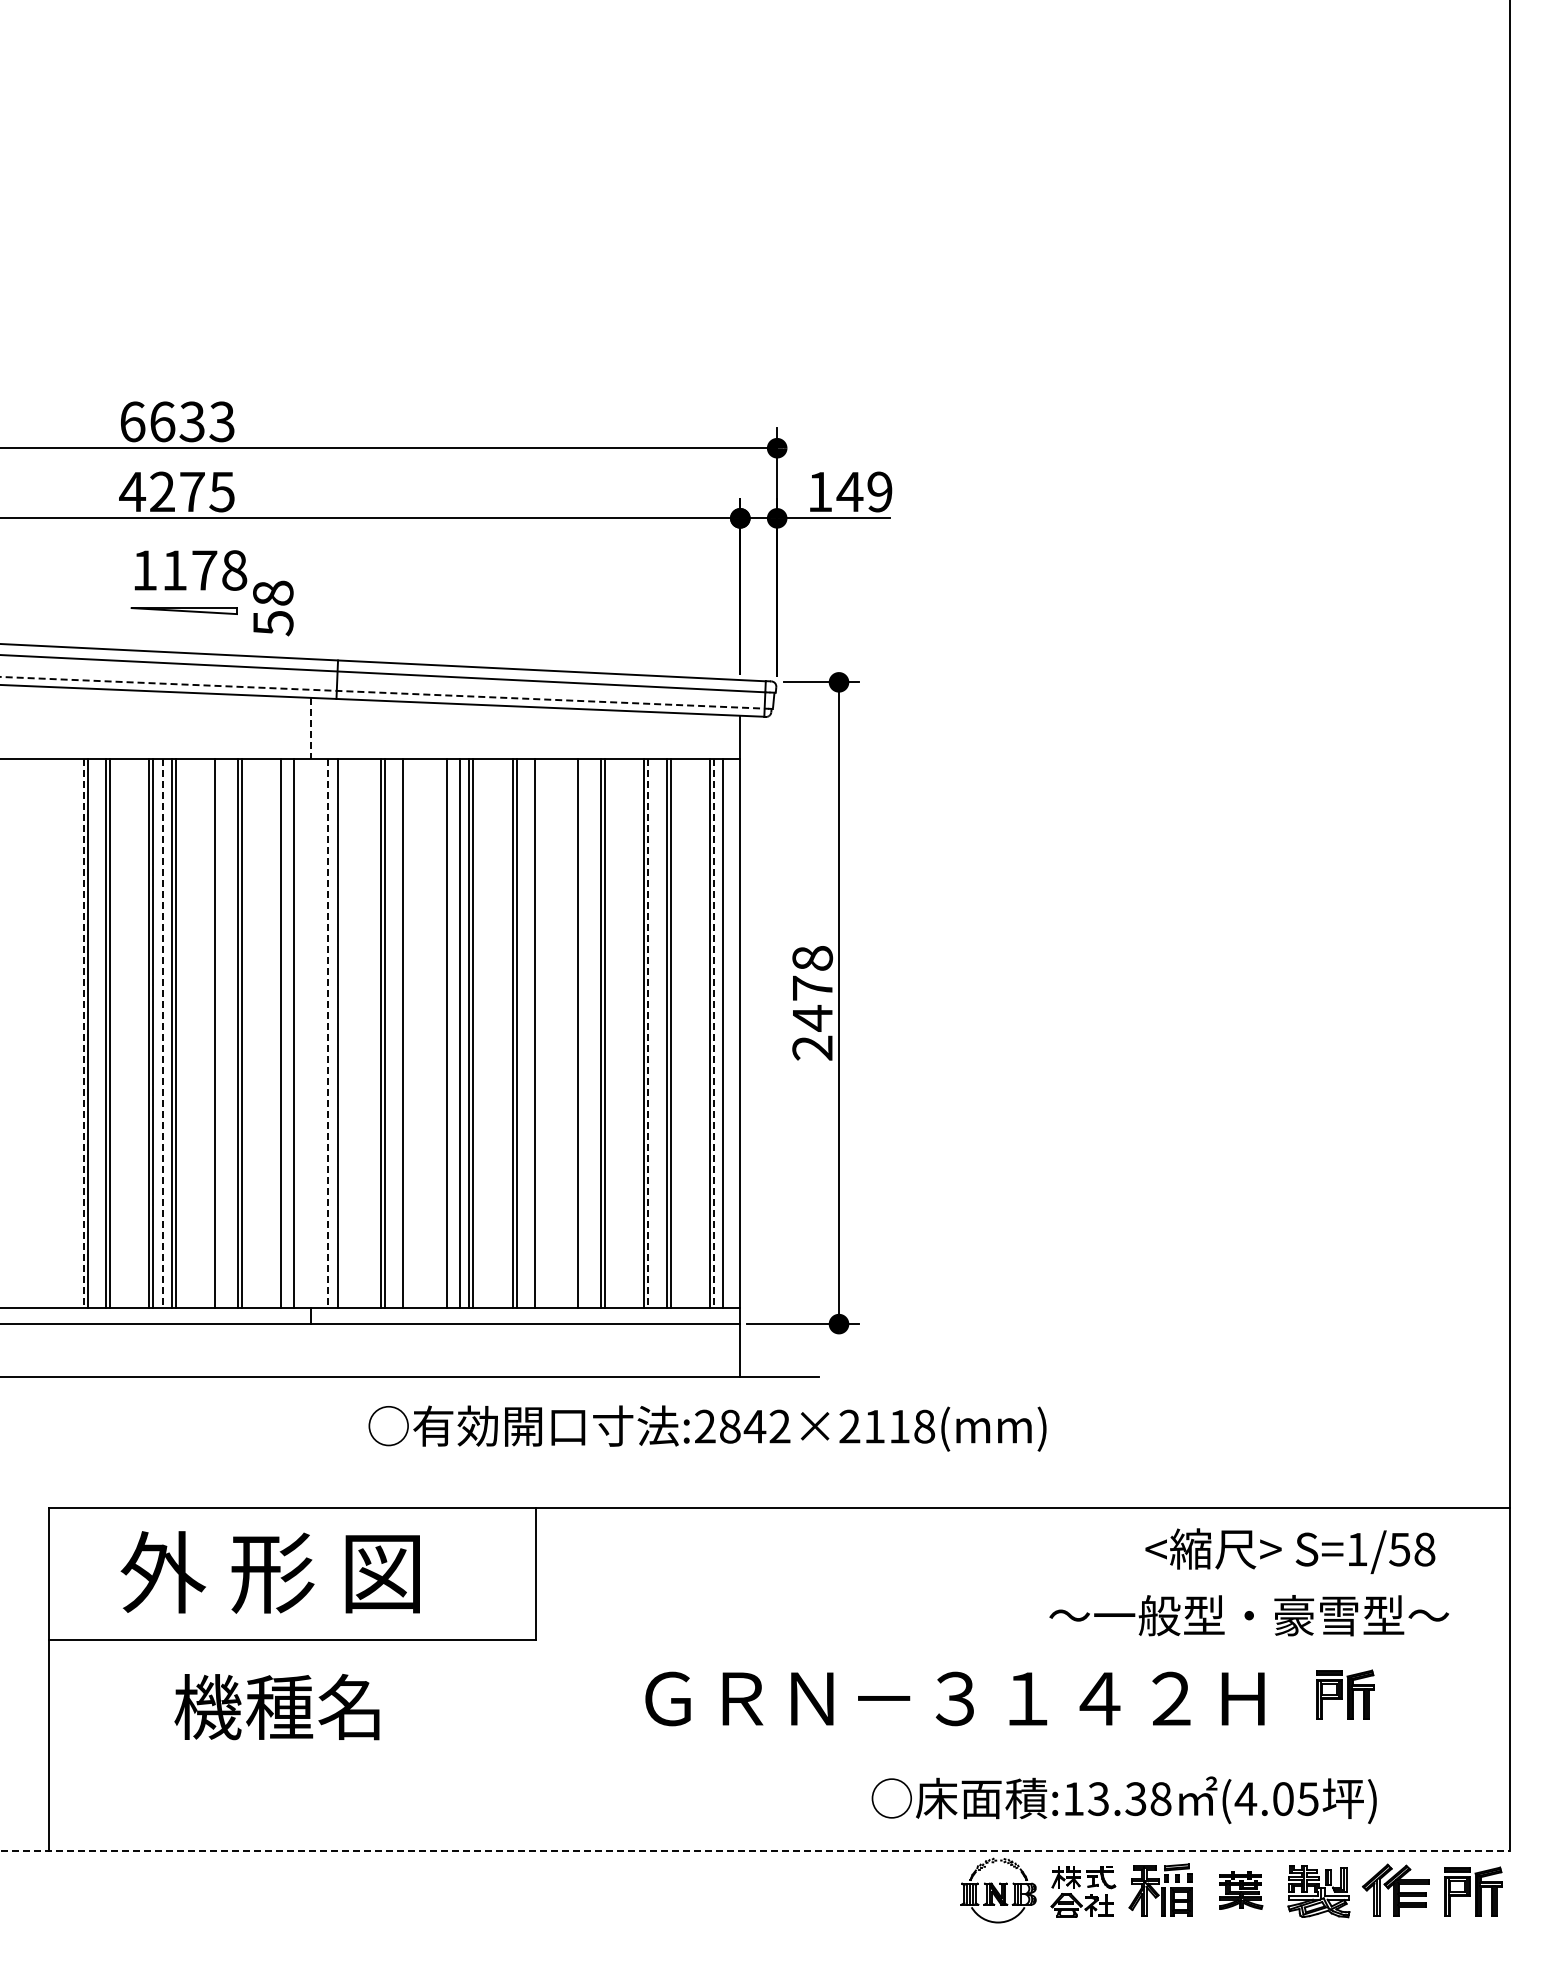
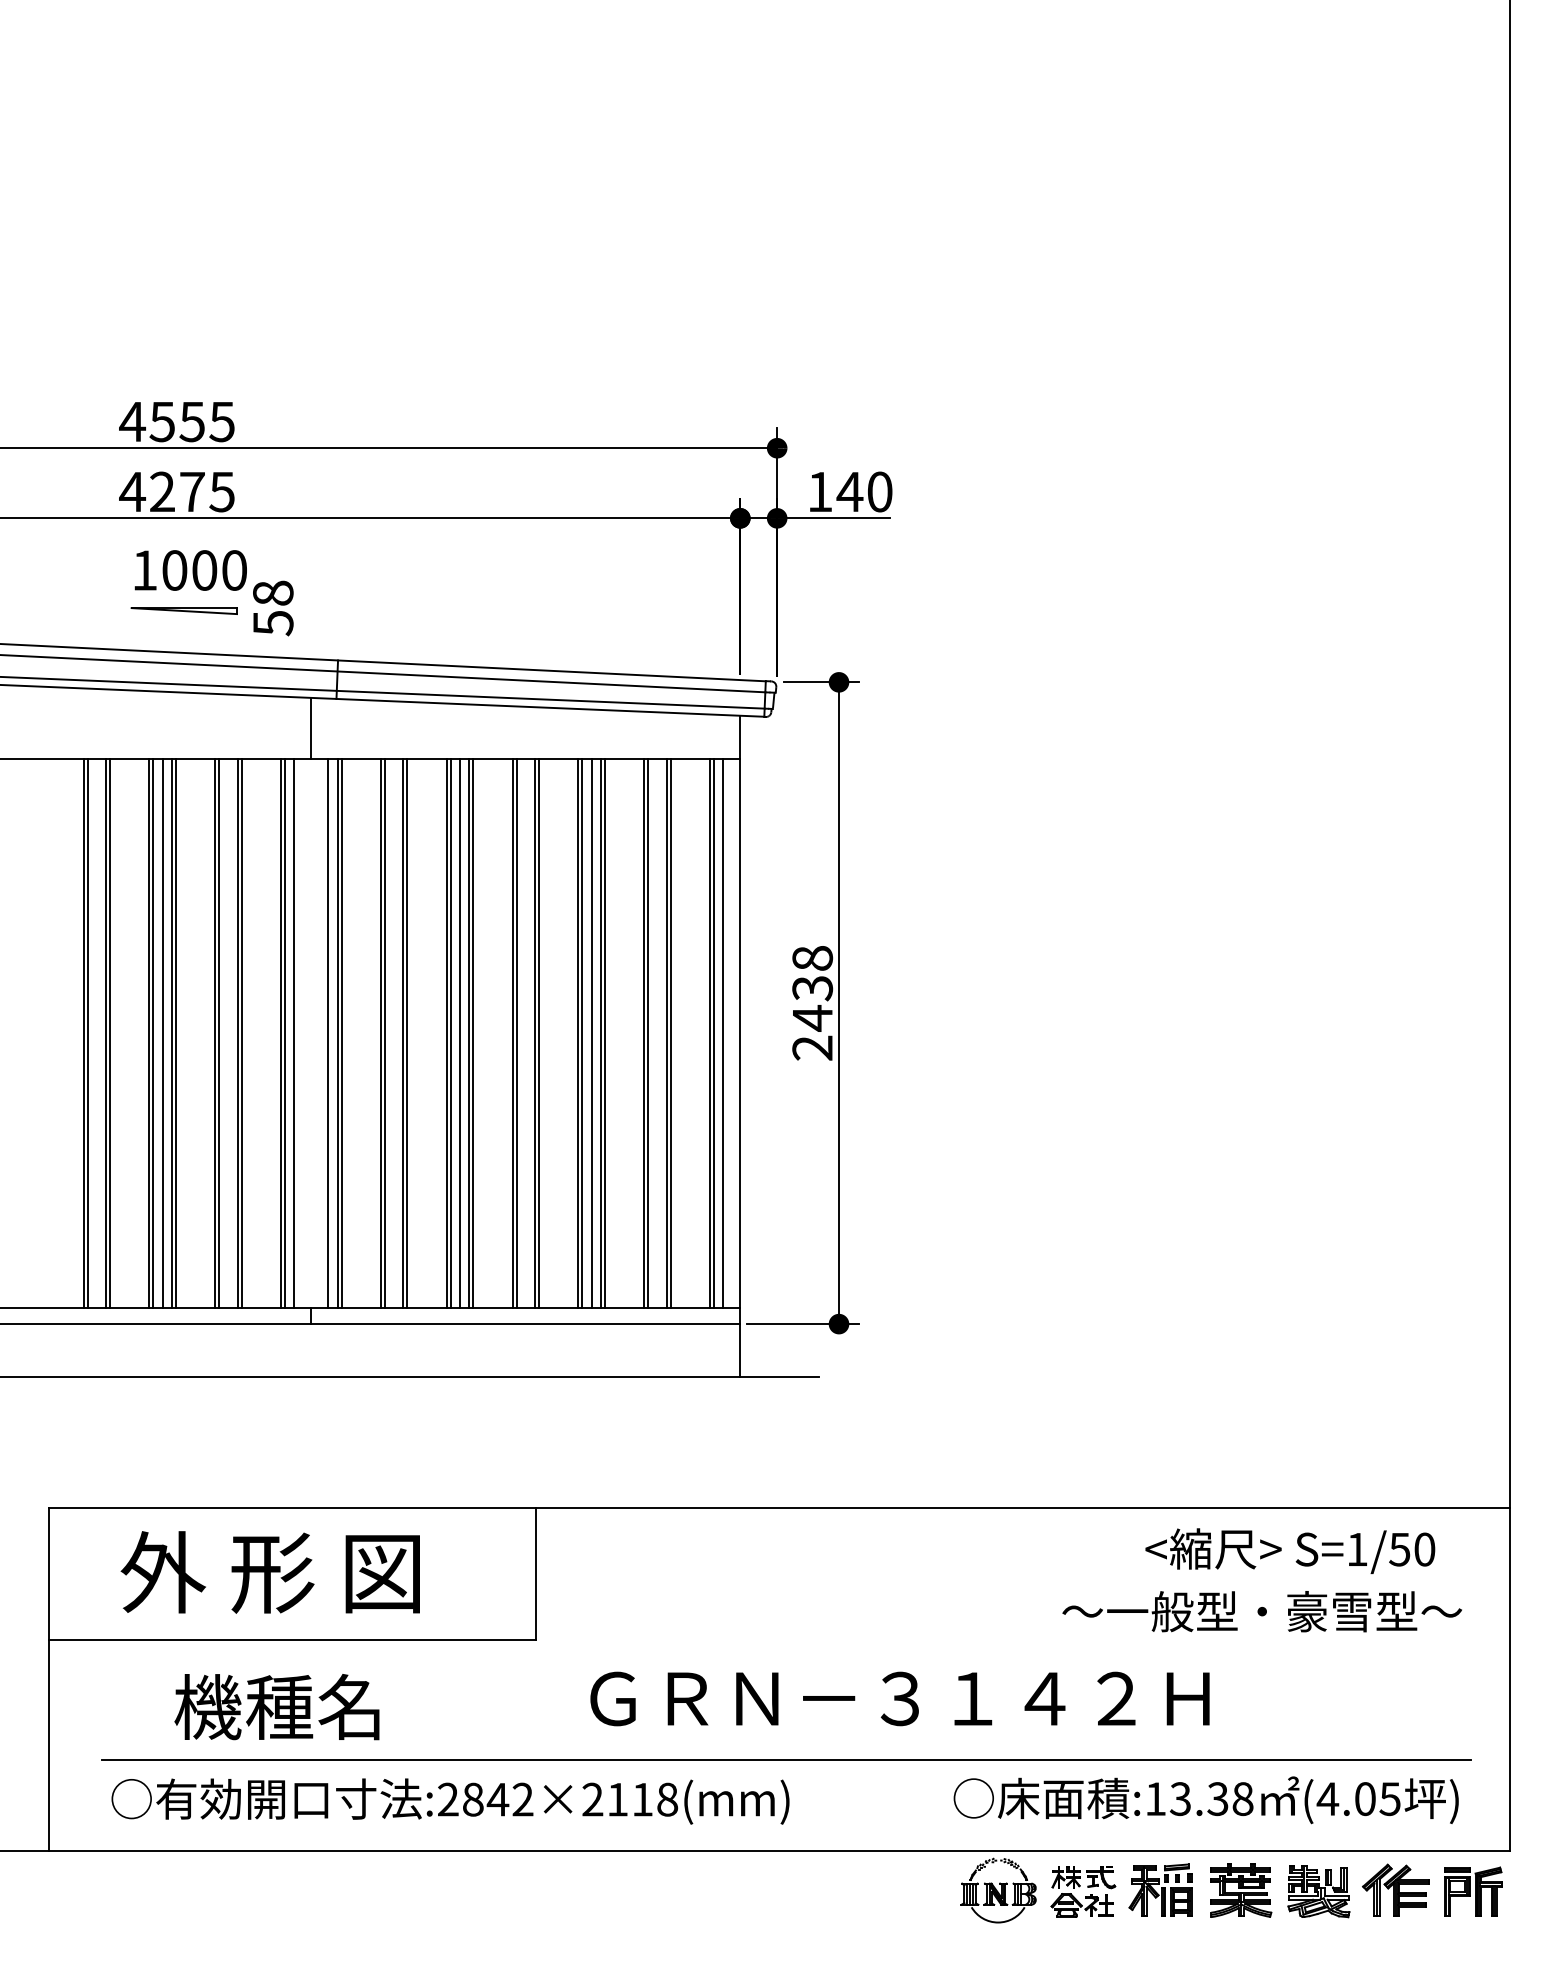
text at (176, 421): 6633 -> 4555
text at (879, 491): 149 -> 140
text at (204, 570): 1178 -> 1000
line at (383, 692): dashed -> solid
line at (311, 728): dashed -> solid
text at (812, 988): 2478 -> 2438
line at (219, 1033): none -> present
line at (284, 1033): none -> present
line at (341, 1033): none -> present
line at (407, 1033): none -> present
line at (450, 1033): none -> present
line at (538, 1033): none -> present
line at (582, 1033): none -> present
line at (591, 1033): none -> present
line at (83, 1034): dashed -> solid
line at (162, 1034): dashed -> solid
line at (328, 1034): dashed -> solid
line at (648, 1034): dashed -> solid
line at (714, 1034): dashed -> solid
text at (707, 1428) position: (707, 1428) -> (450, 1801)
text at (1424, 1549): S=1/58 -> S=1/50
text at (1248, 1615) position: (1248, 1615) -> (1261, 1611)
part at (1345, 1694): present -> none
text at (954, 1698) position: (954, 1698) -> (899, 1698)
line at (785, 1759): none -> present
text at (1123, 1800) position: (1123, 1800) -> (1205, 1800)
line at (755, 1850): dashed -> solid
part at (1241, 1890) size: 45x39 px -> 63x55 px
